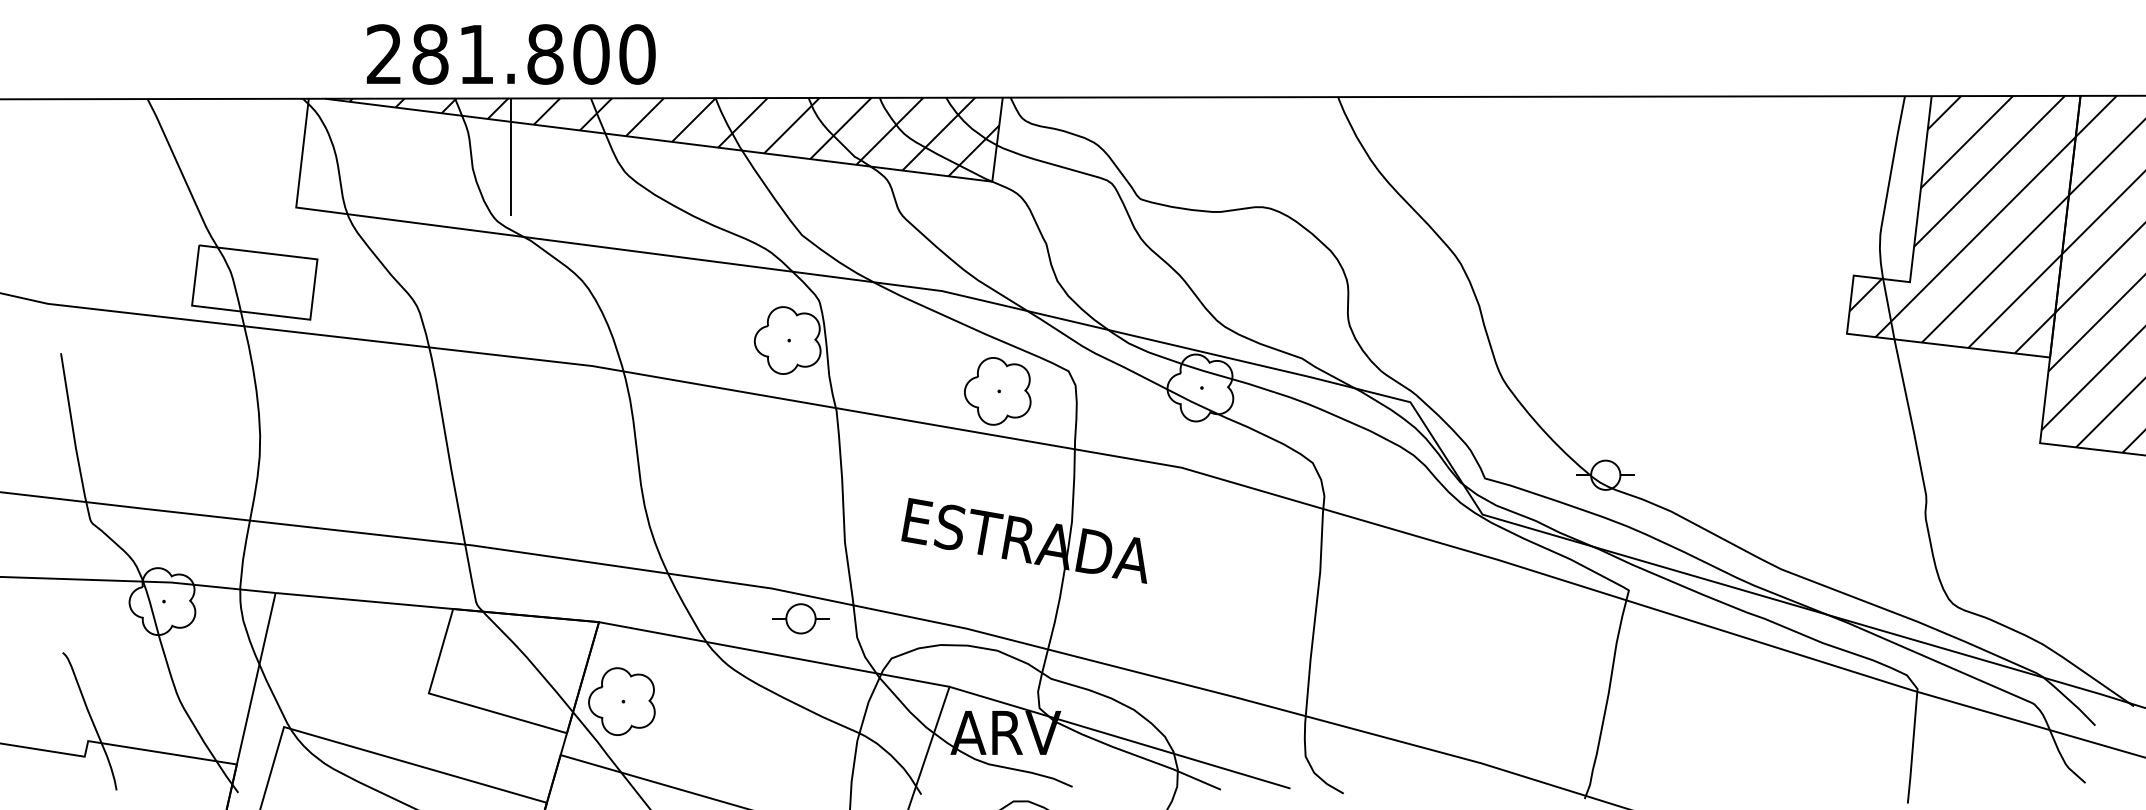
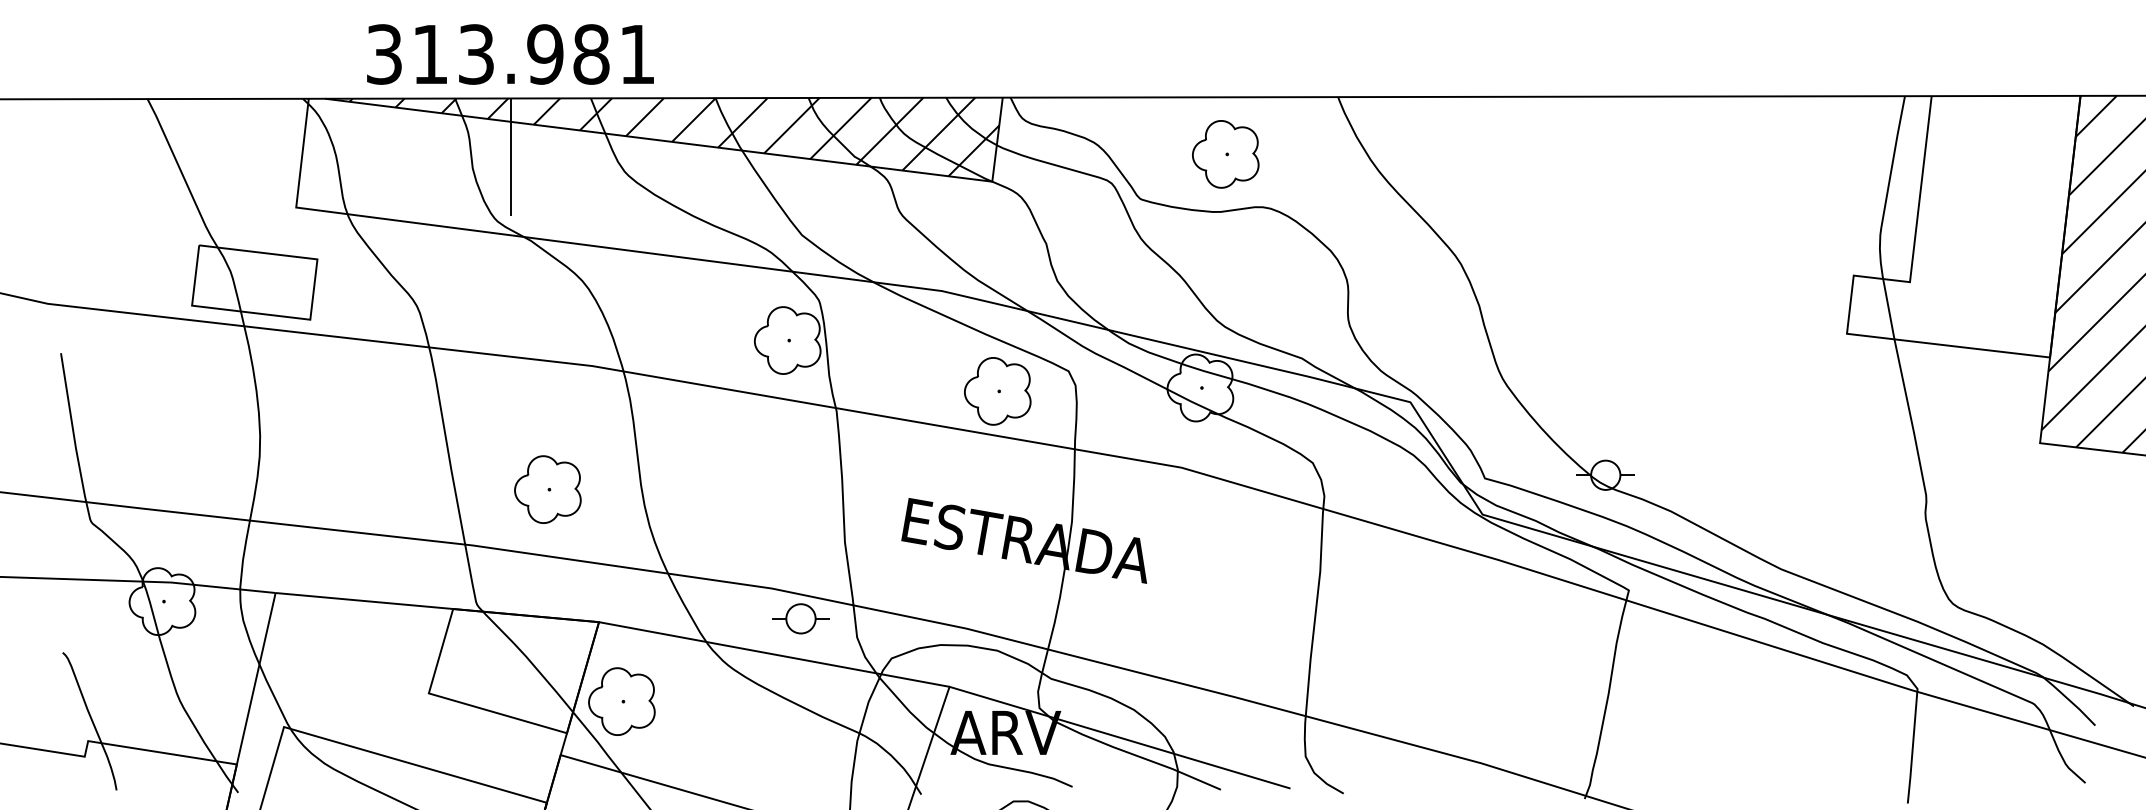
text at (510, 54): 281.800 -> 313.981
part at (1225, 154): none -> present
hatch at (1962, 224): present -> none
part at (547, 489): none -> present
